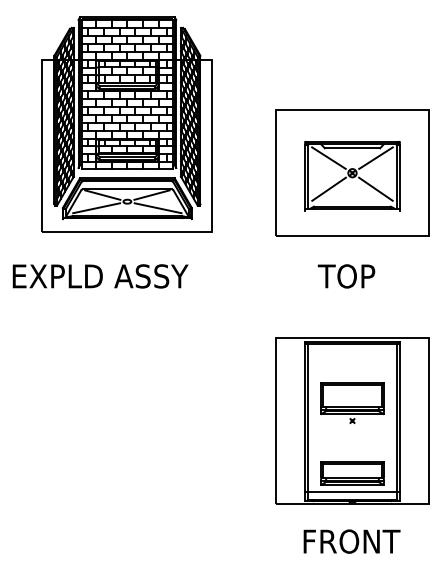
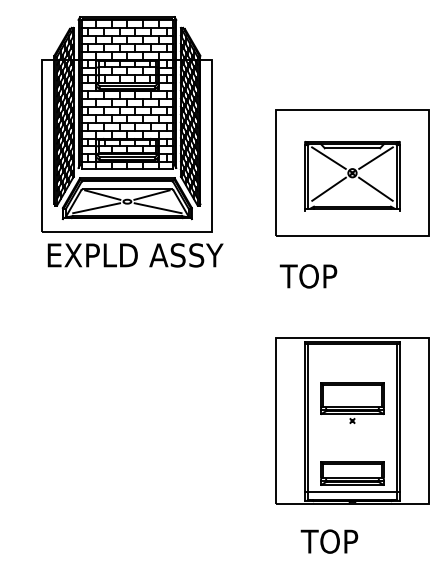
text at (100, 276) position: (100, 276) -> (135, 255)
text at (346, 276) position: (346, 276) -> (308, 276)
text at (350, 541): FRONT -> TOP
